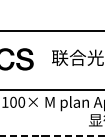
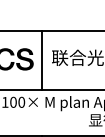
line at (41, 59): none -> present
line at (52, 135): dashed -> solid
